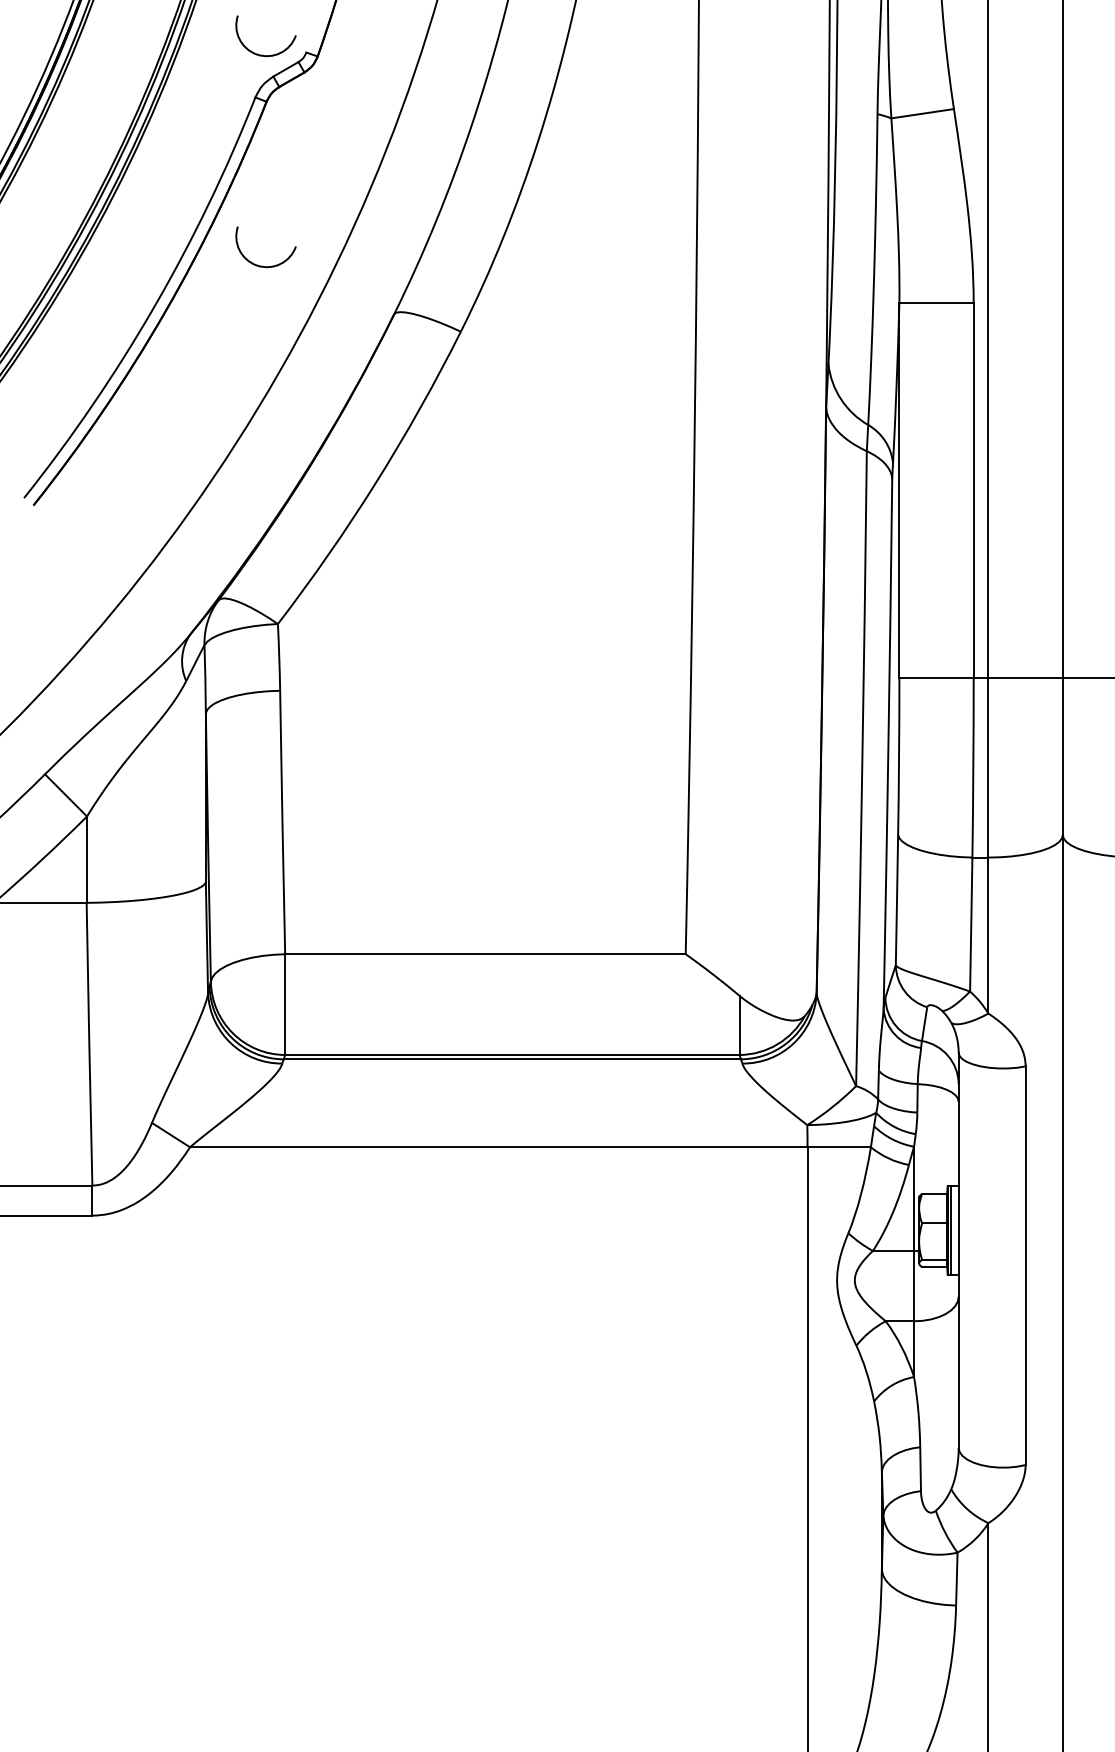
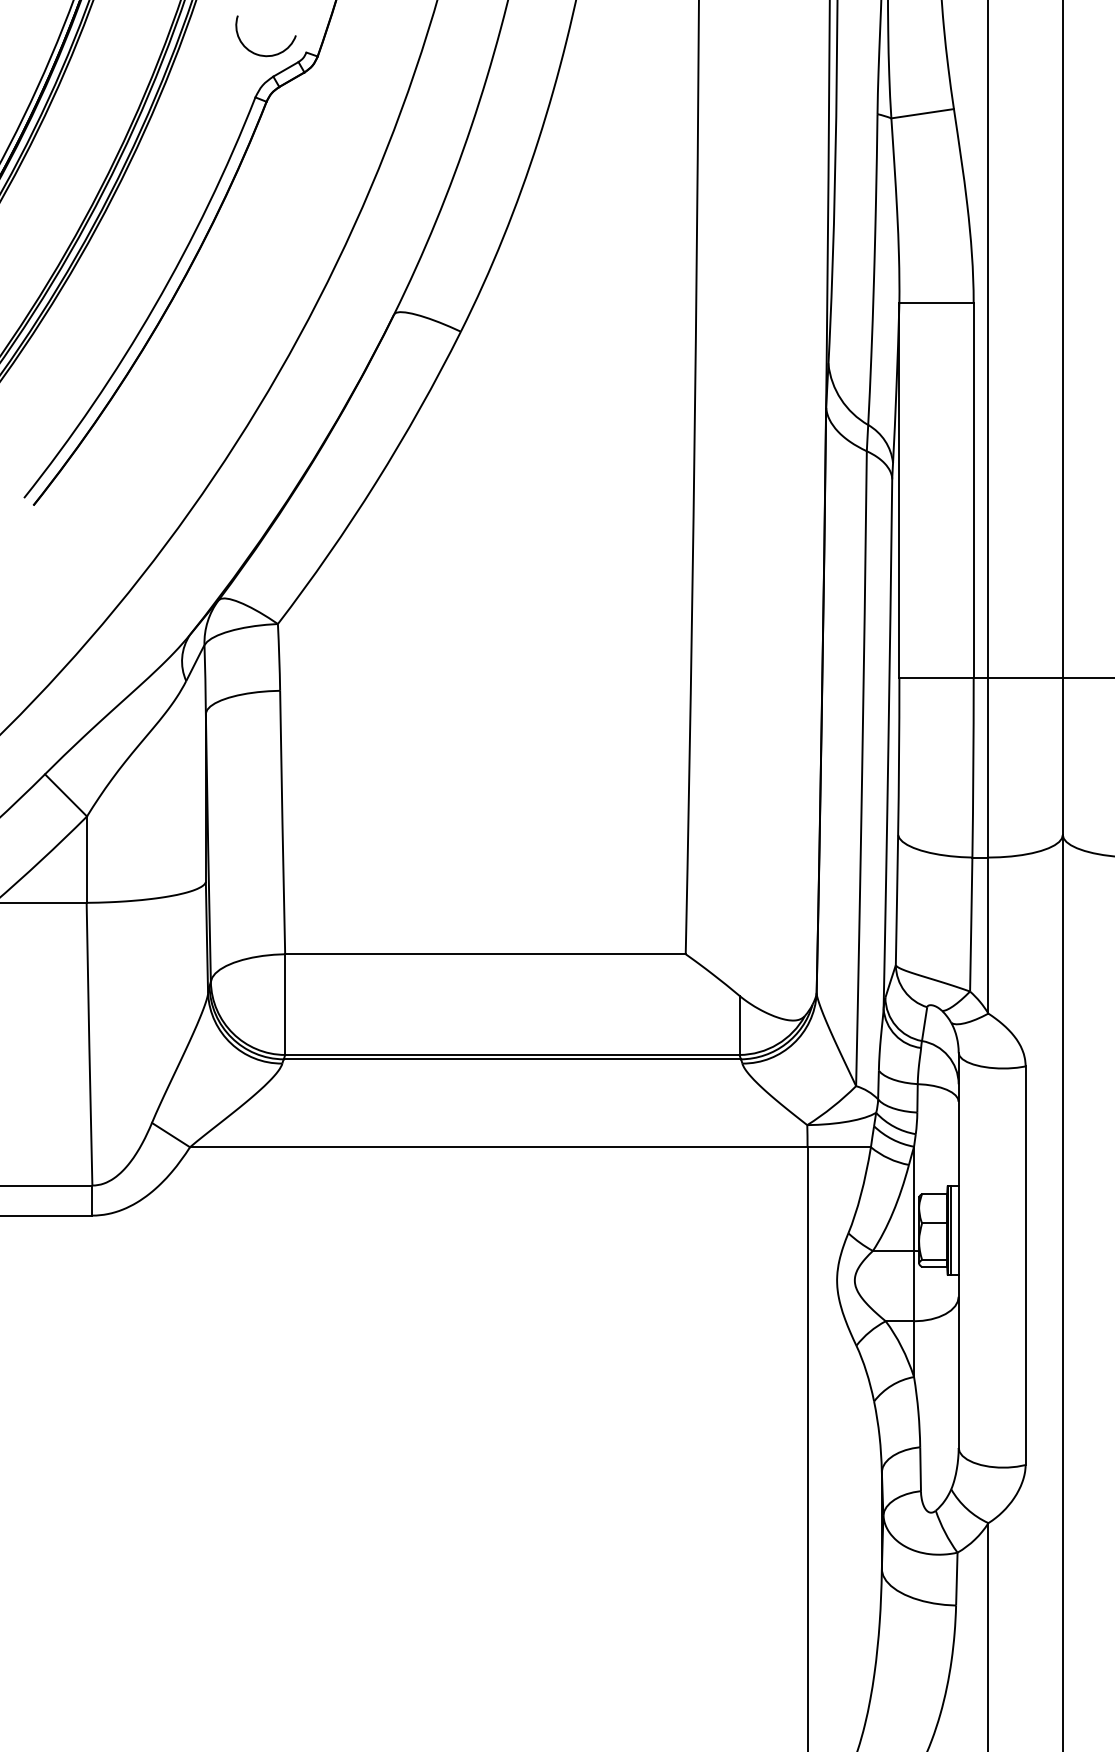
arc at (262, 265): present -> none
